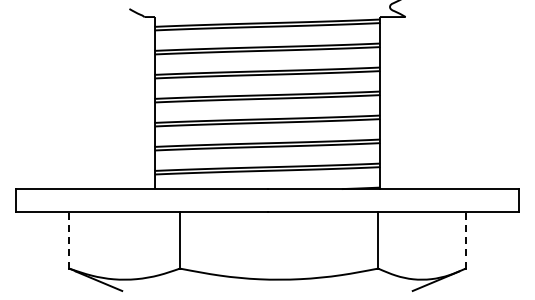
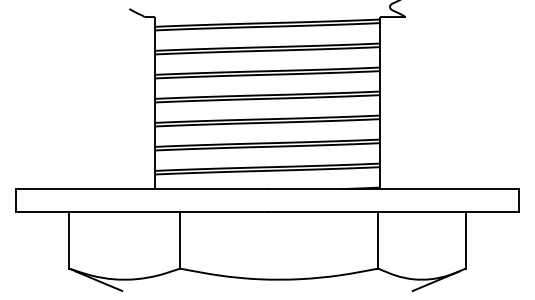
line at (69, 240): dashed -> solid
line at (465, 240): dashed -> solid
